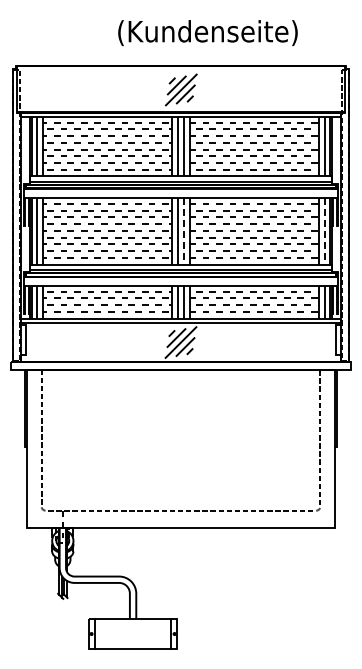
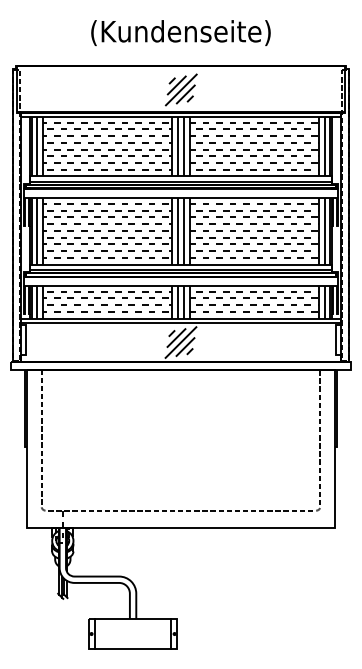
text at (207, 32) position: (207, 32) -> (180, 32)
line at (183, 231): dashed -> solid
line at (324, 231): dashed -> solid
